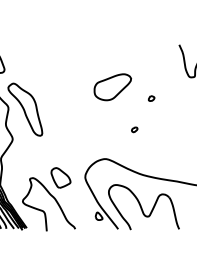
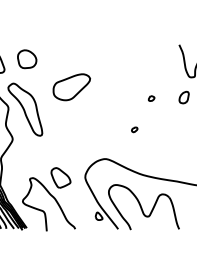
part at (27, 59): none -> present
part at (112, 87) position: (112, 87) -> (71, 87)
part at (183, 97): none -> present
